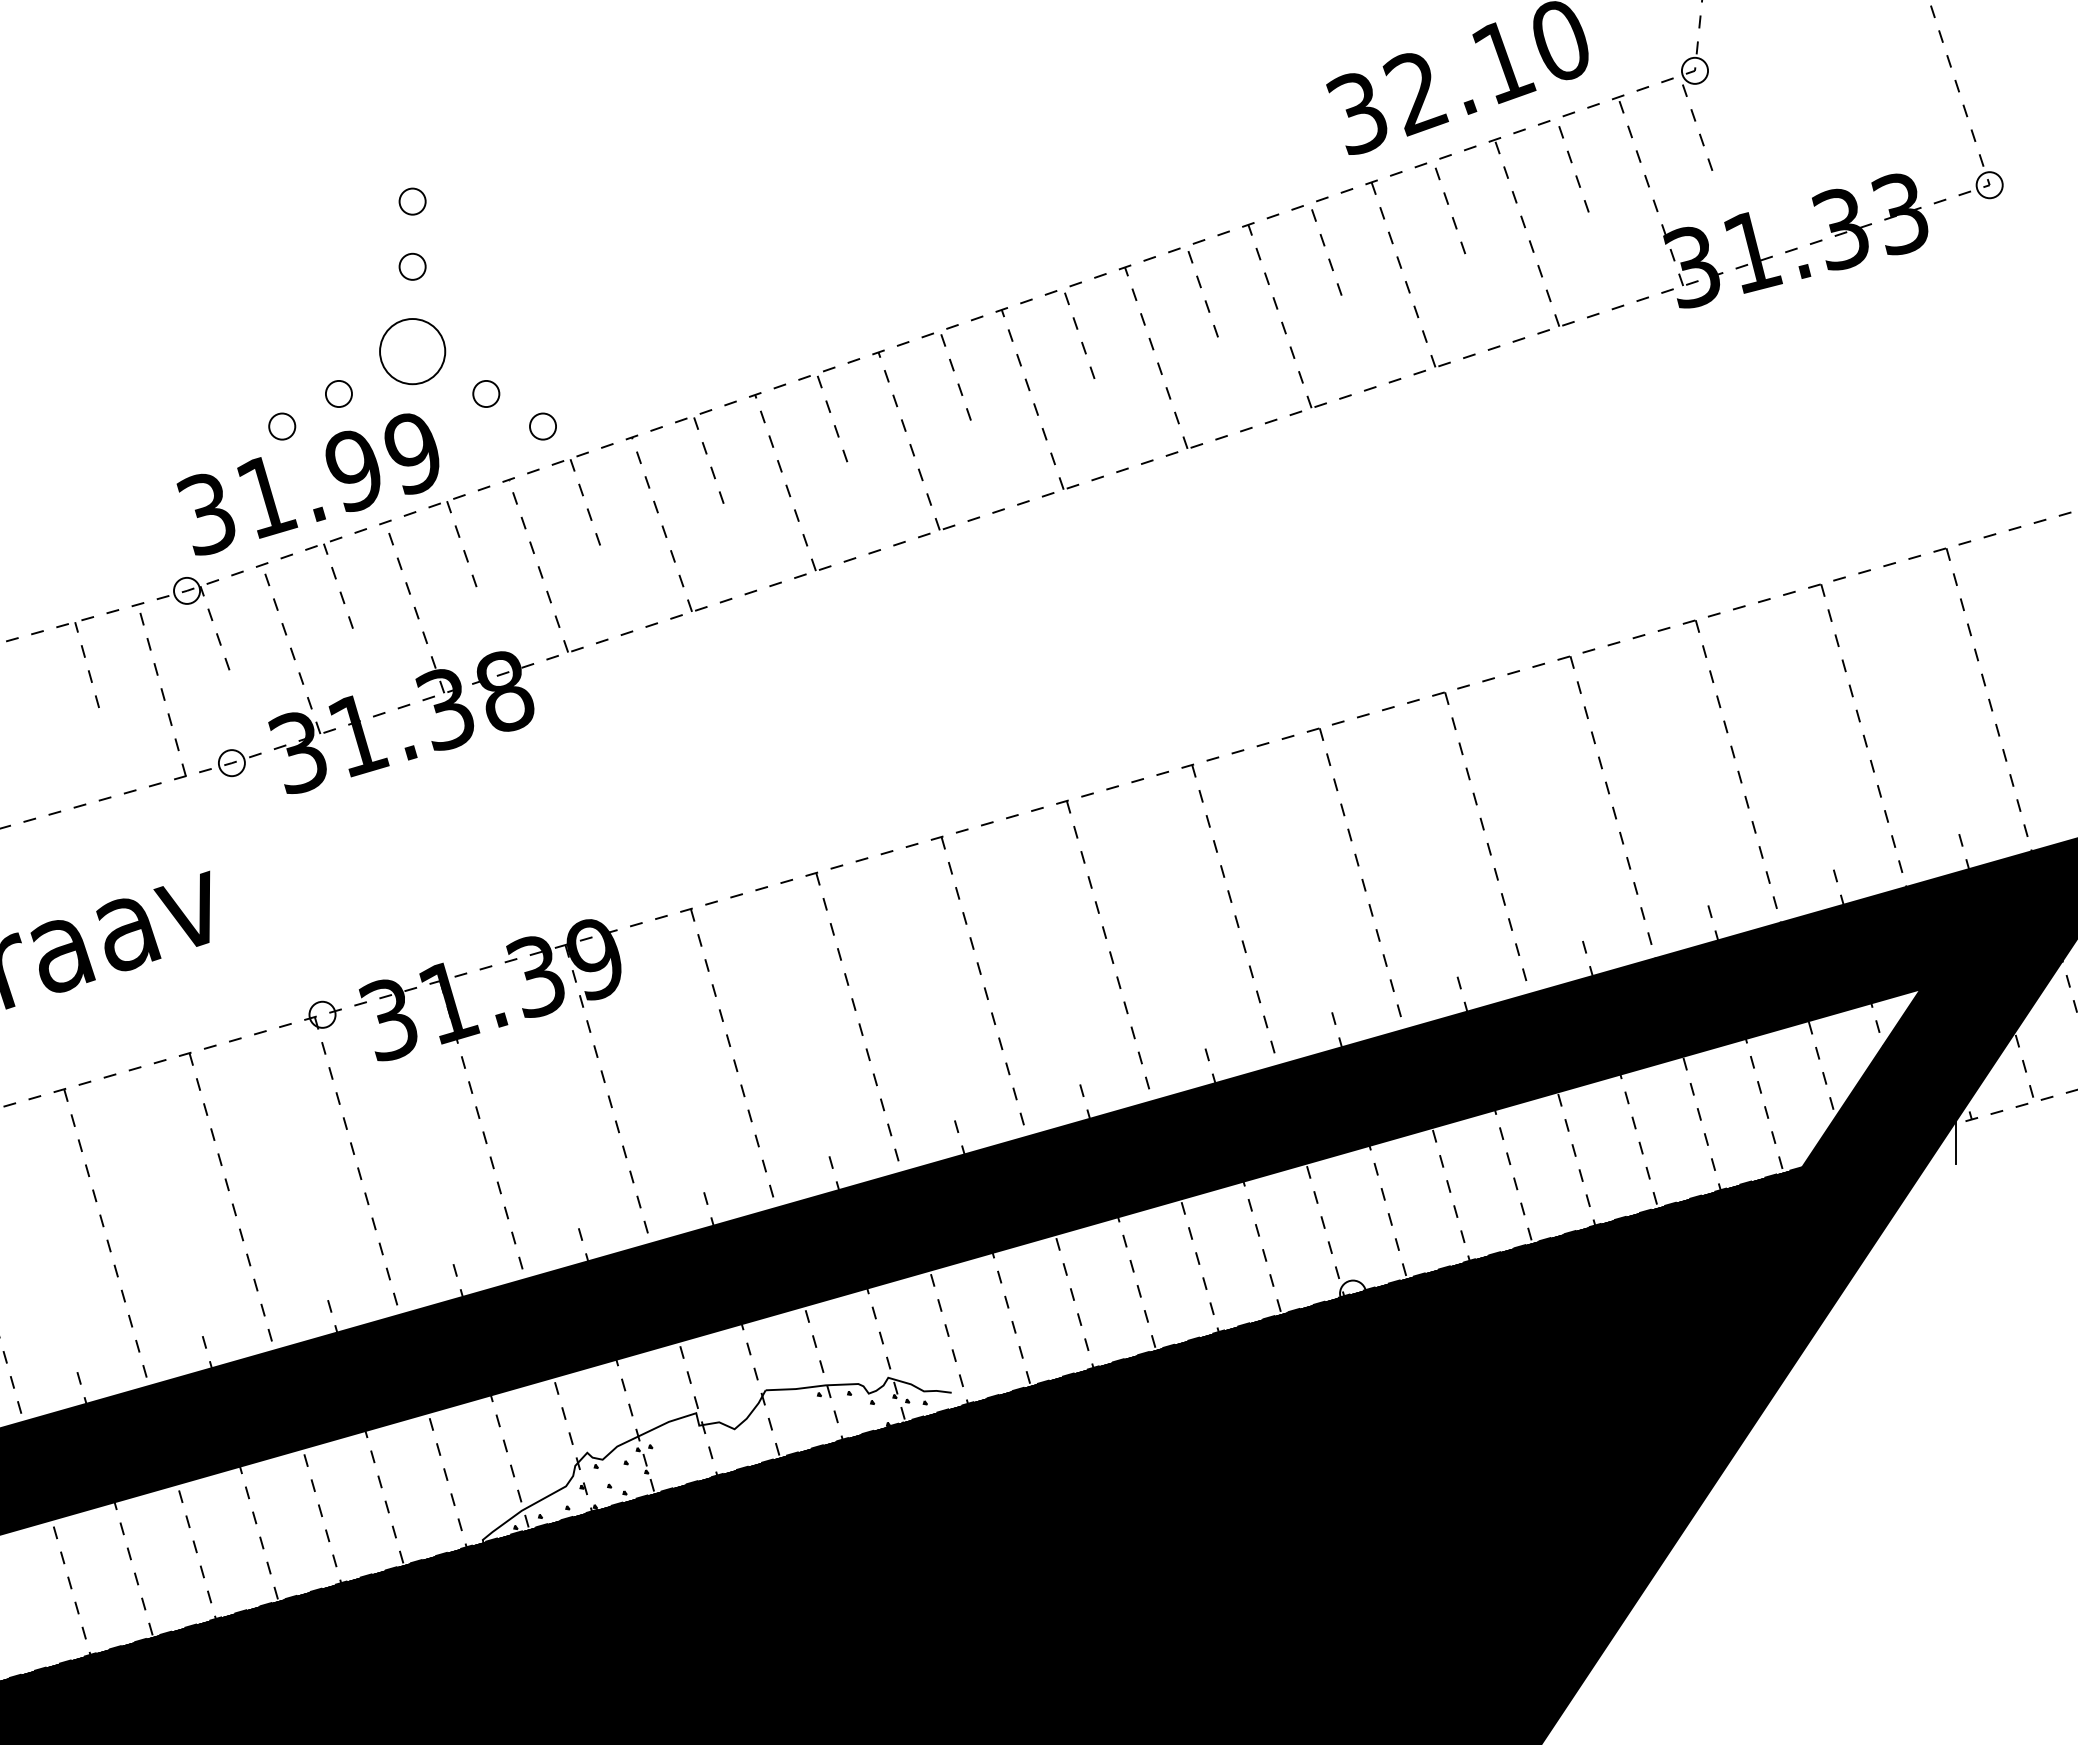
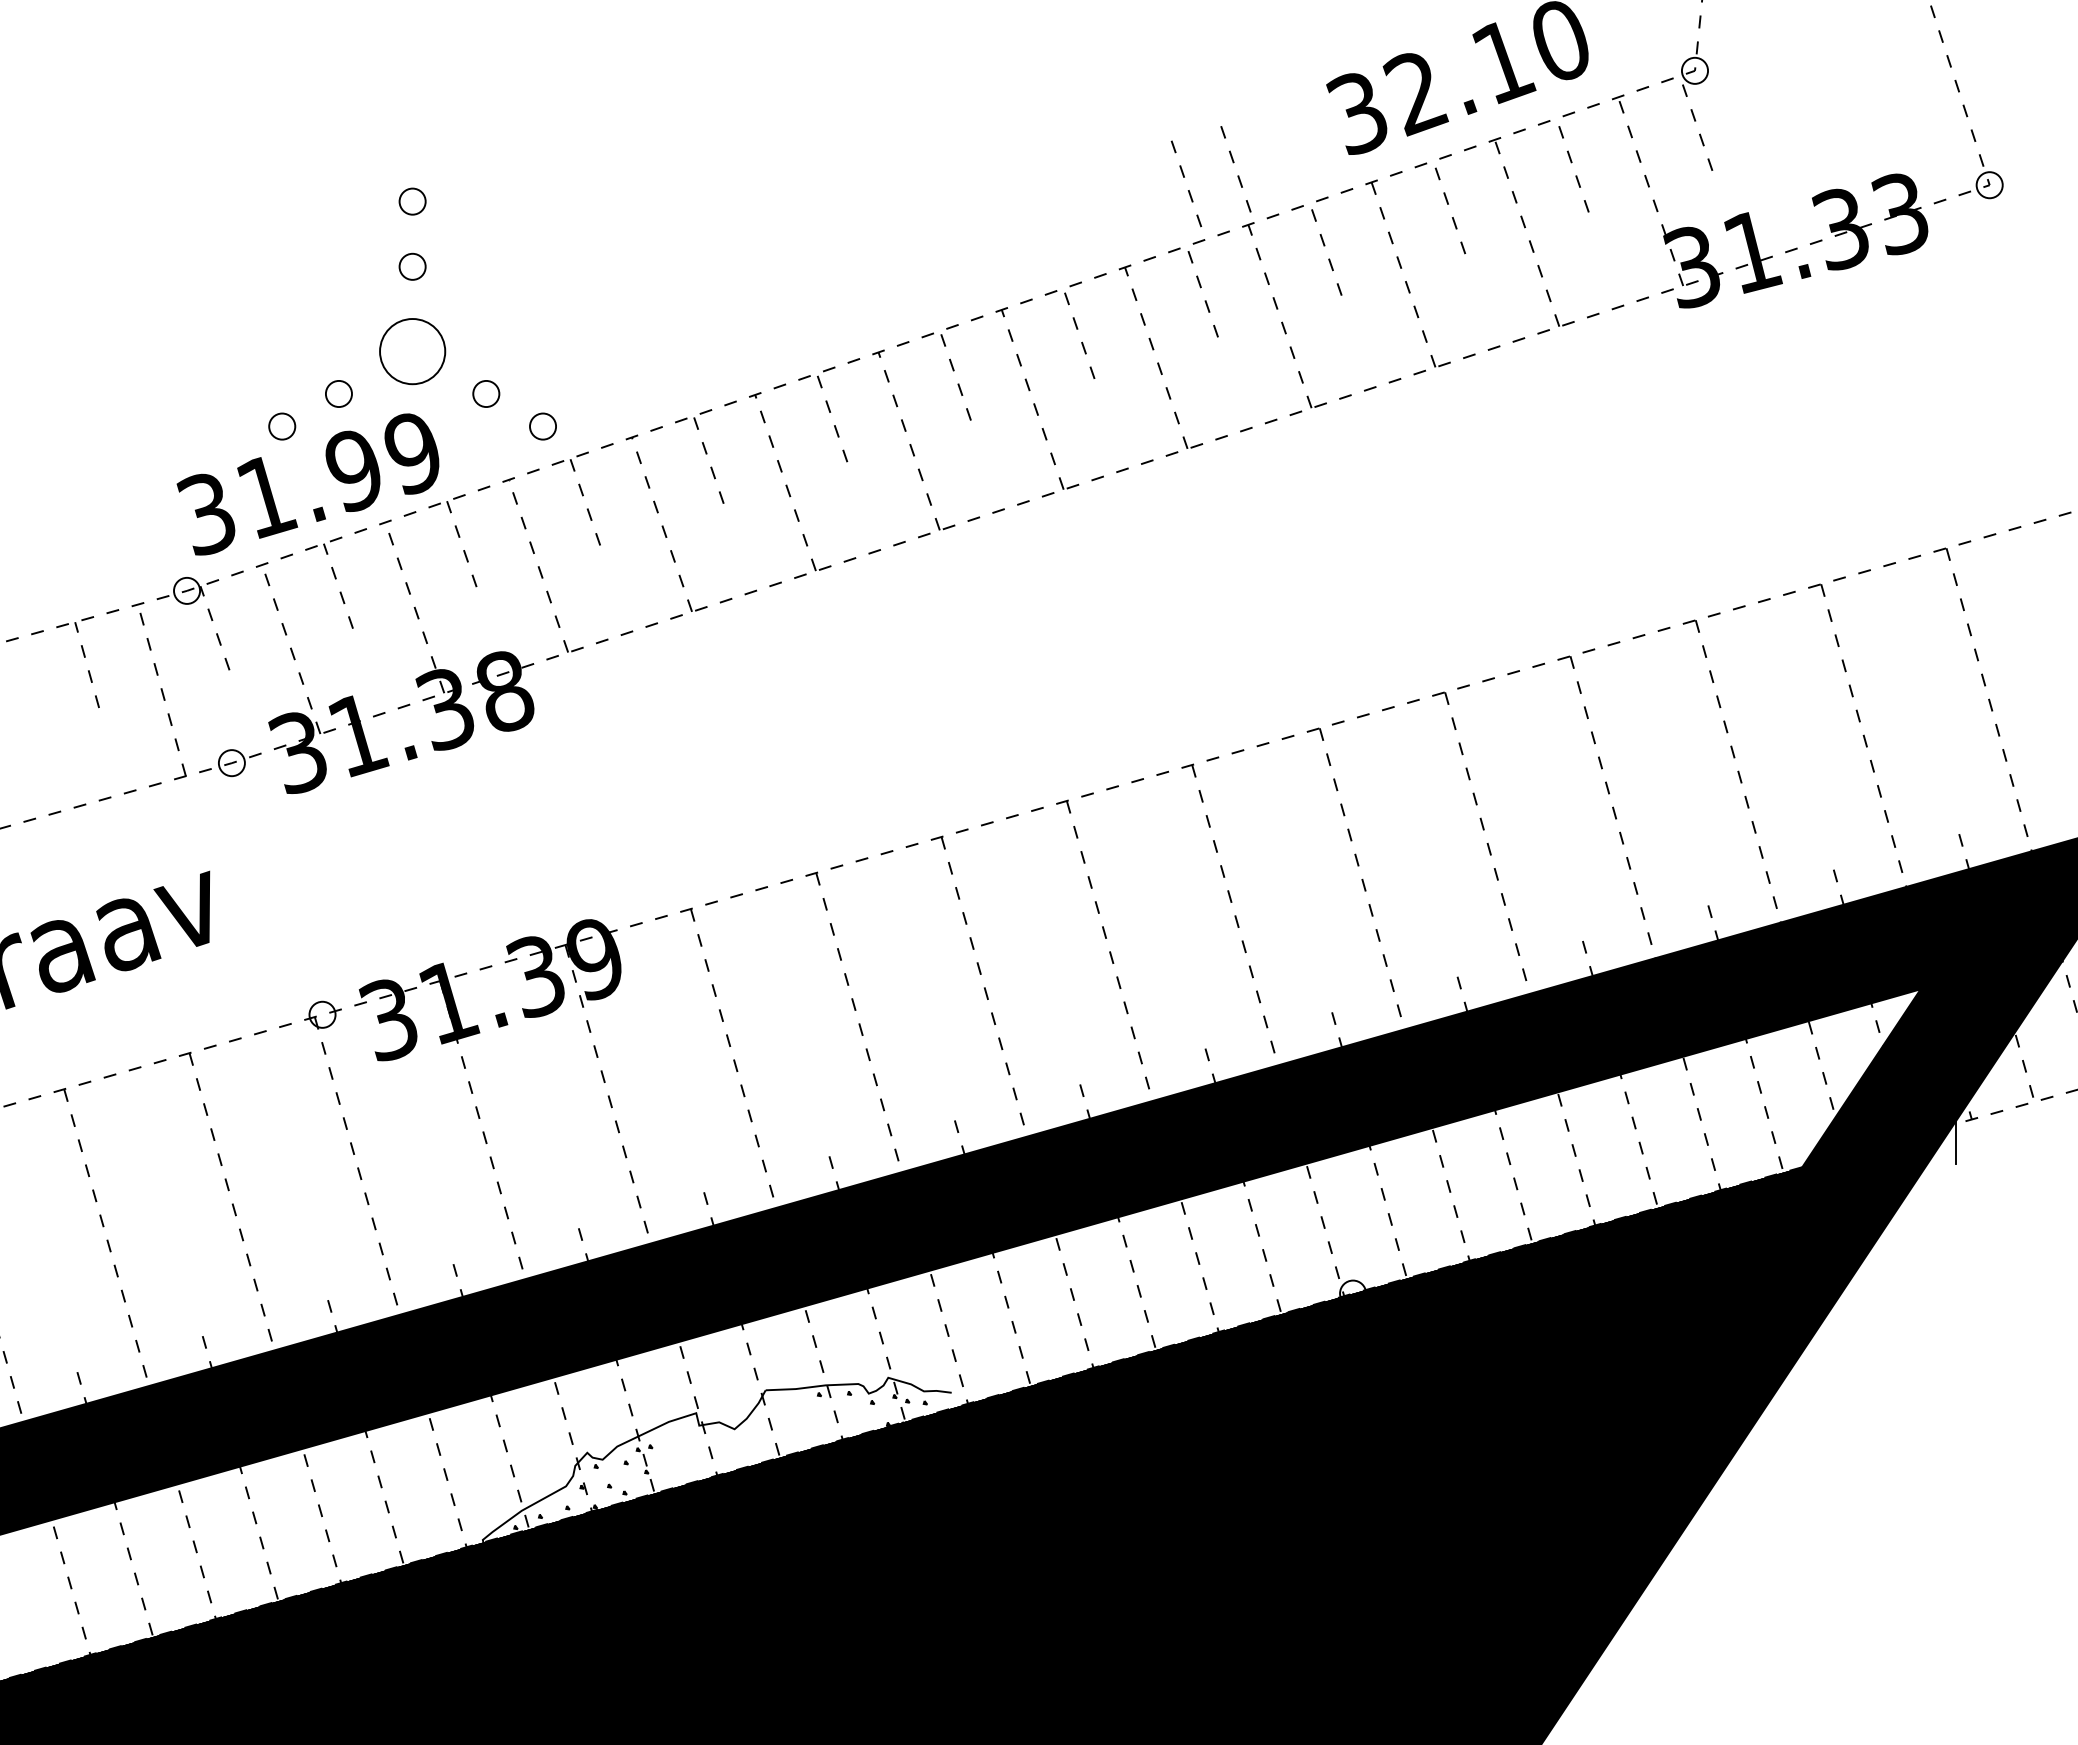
line at (1233, 163): none -> present
line at (1184, 177): none -> present
